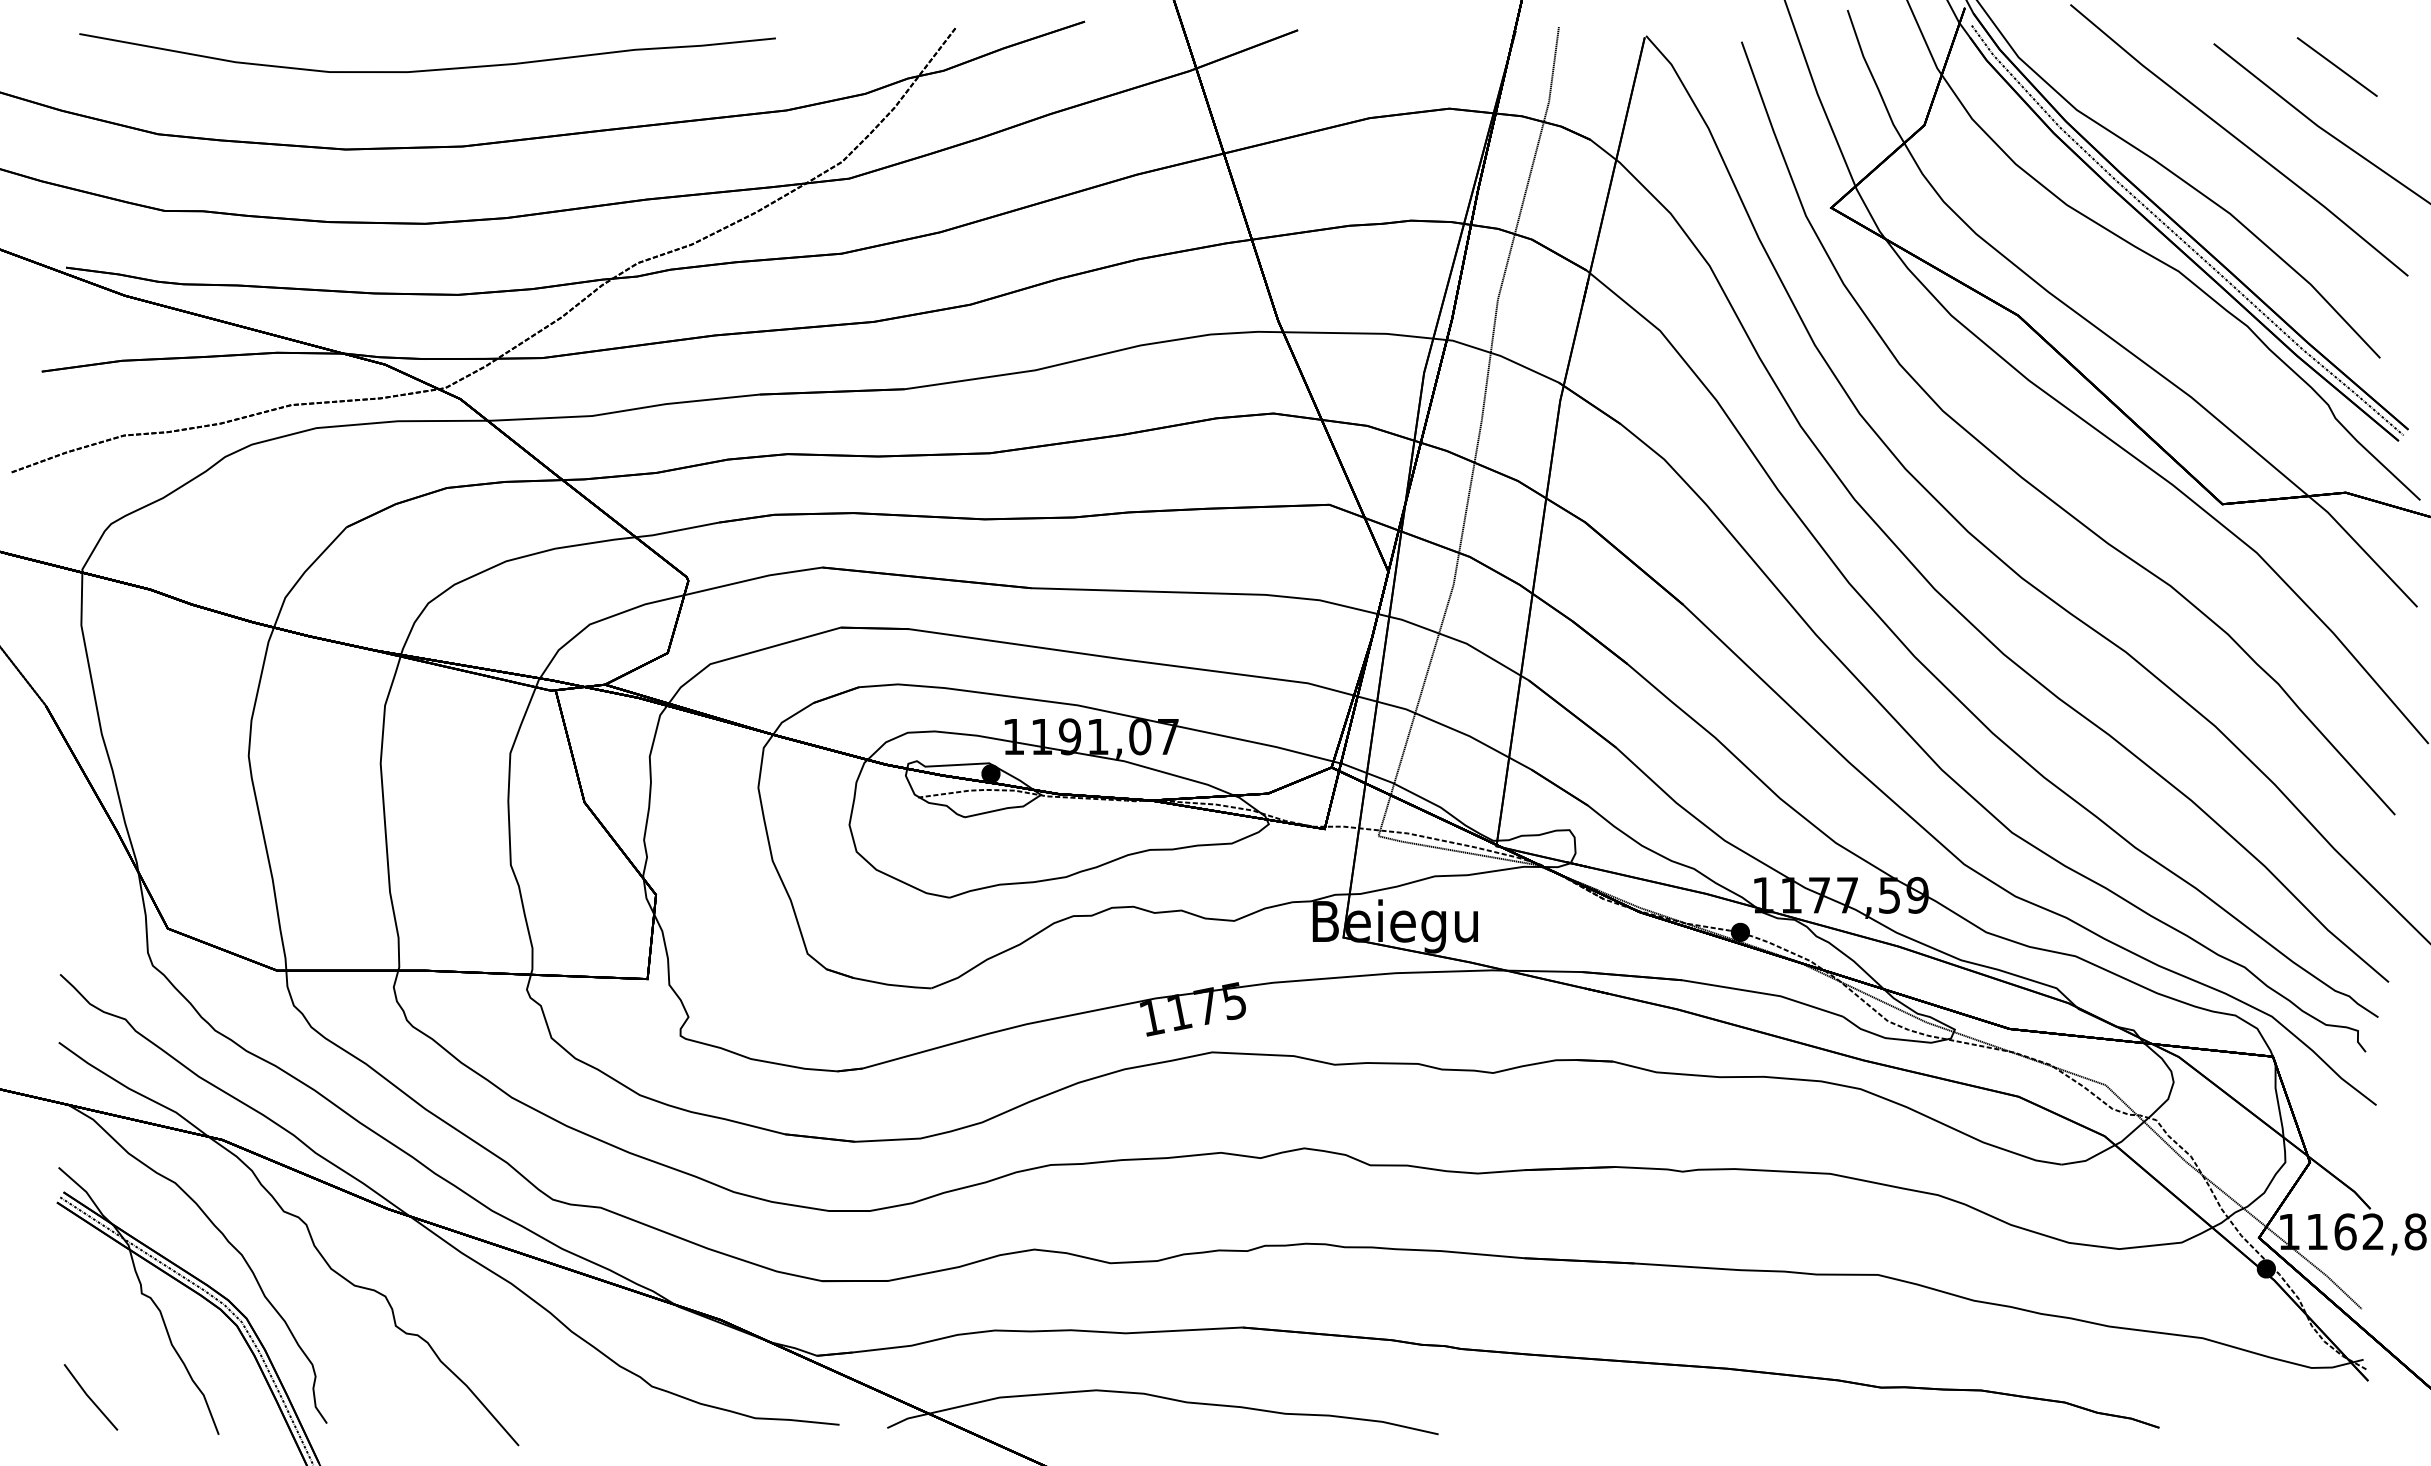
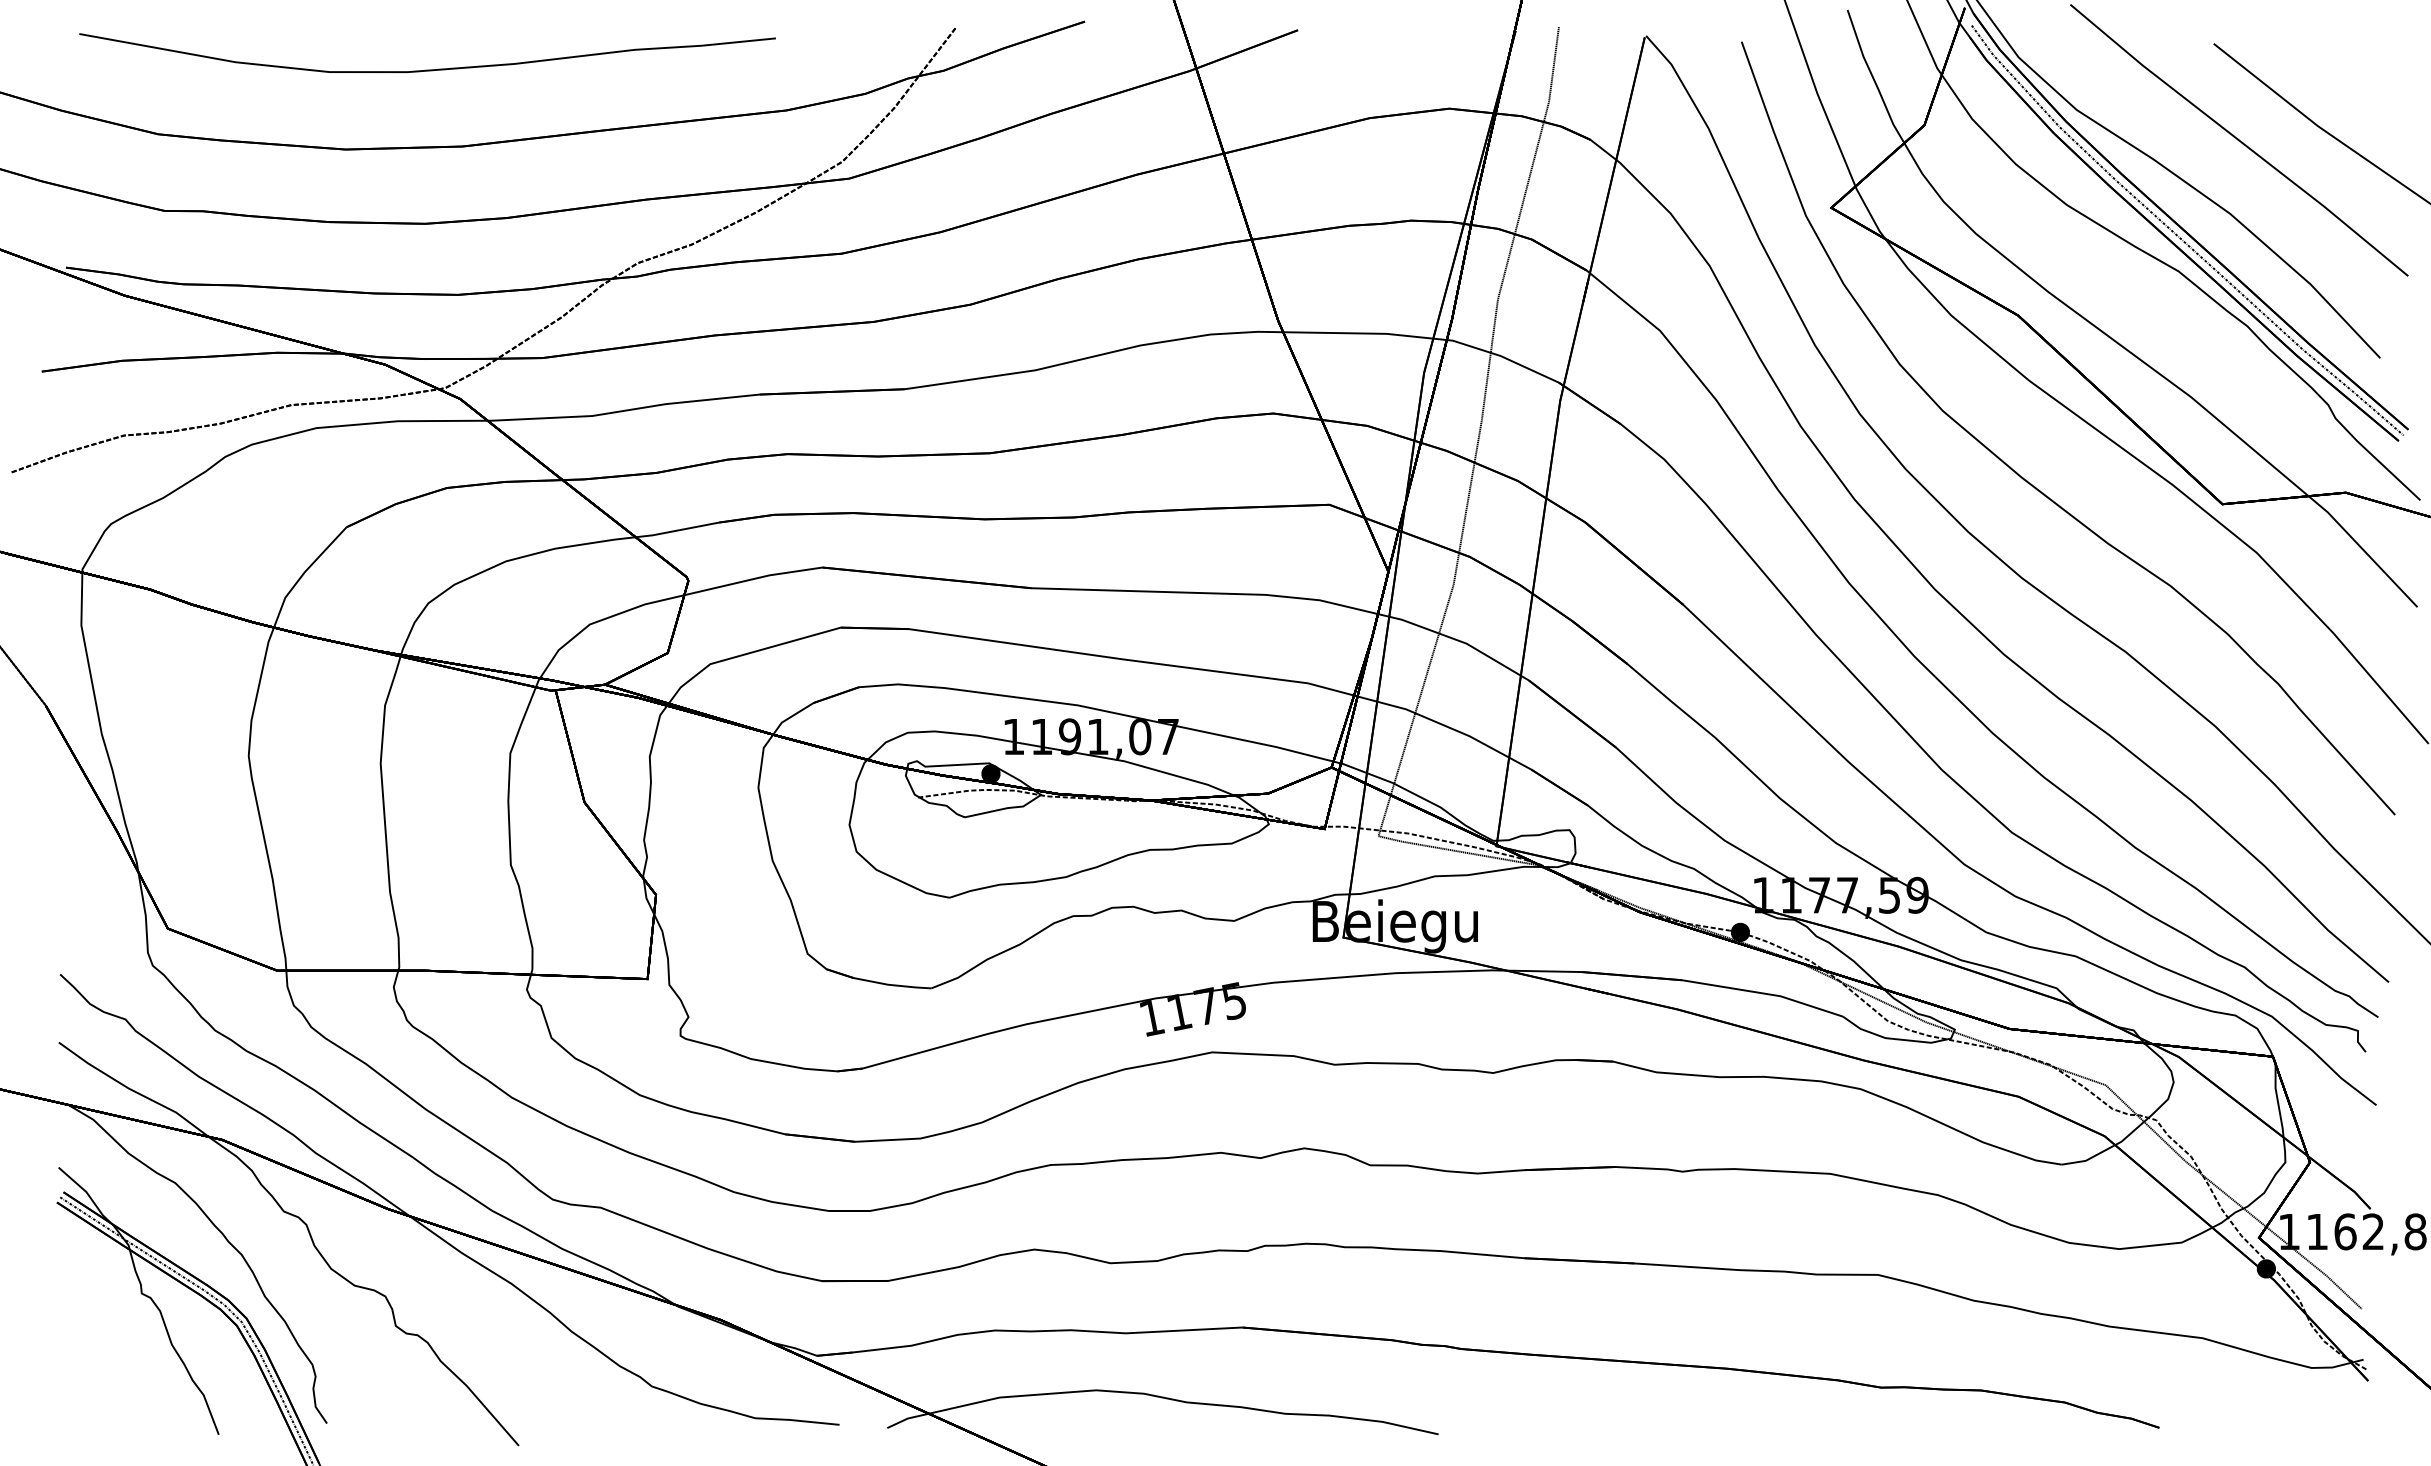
line at (2336, 66): present -> none
line at (90, 1397): present -> none
